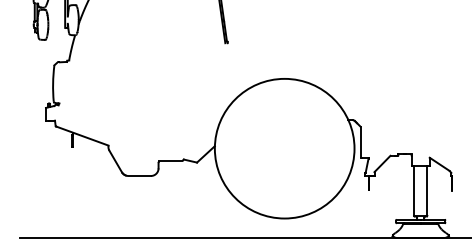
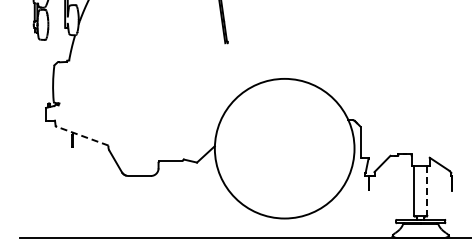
line at (82, 136): solid -> dashed
line at (427, 190): solid -> dashed
